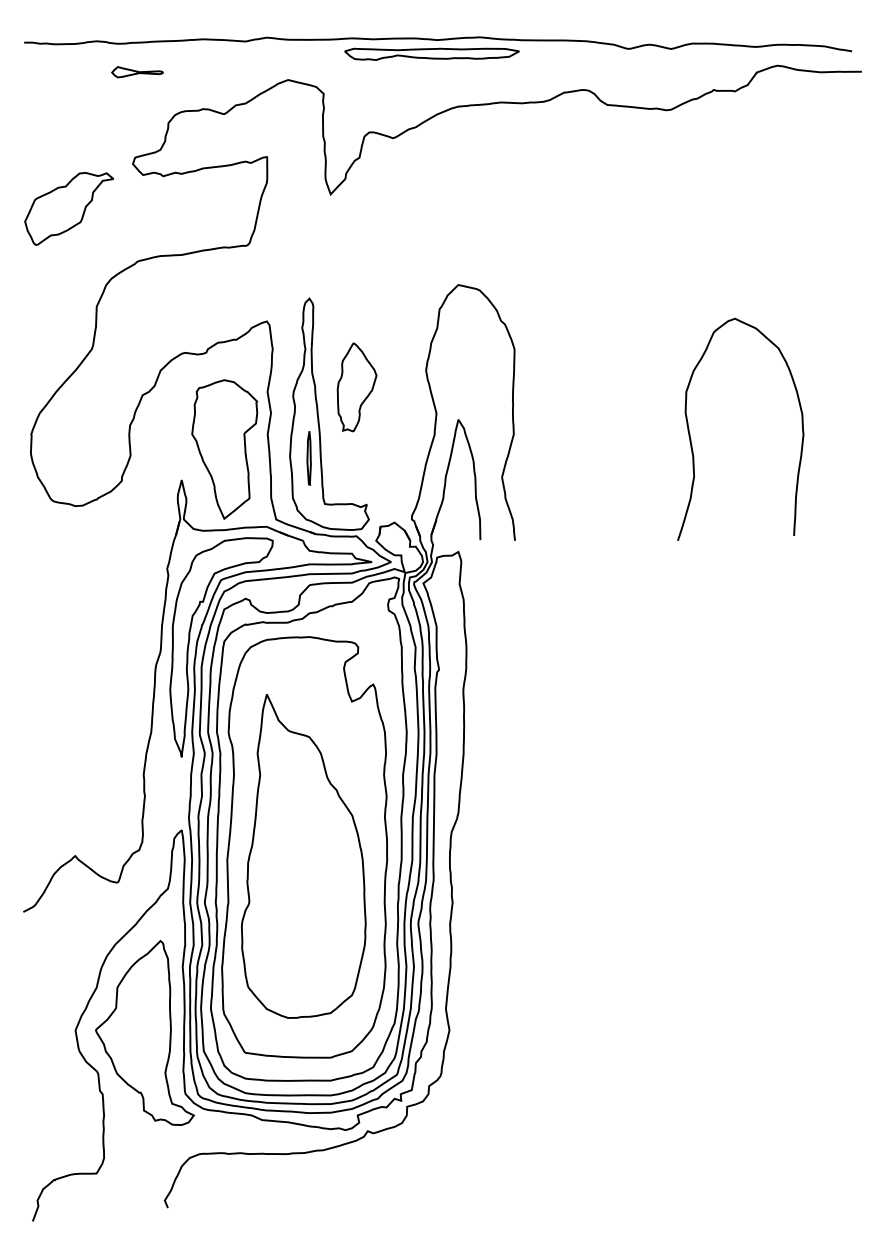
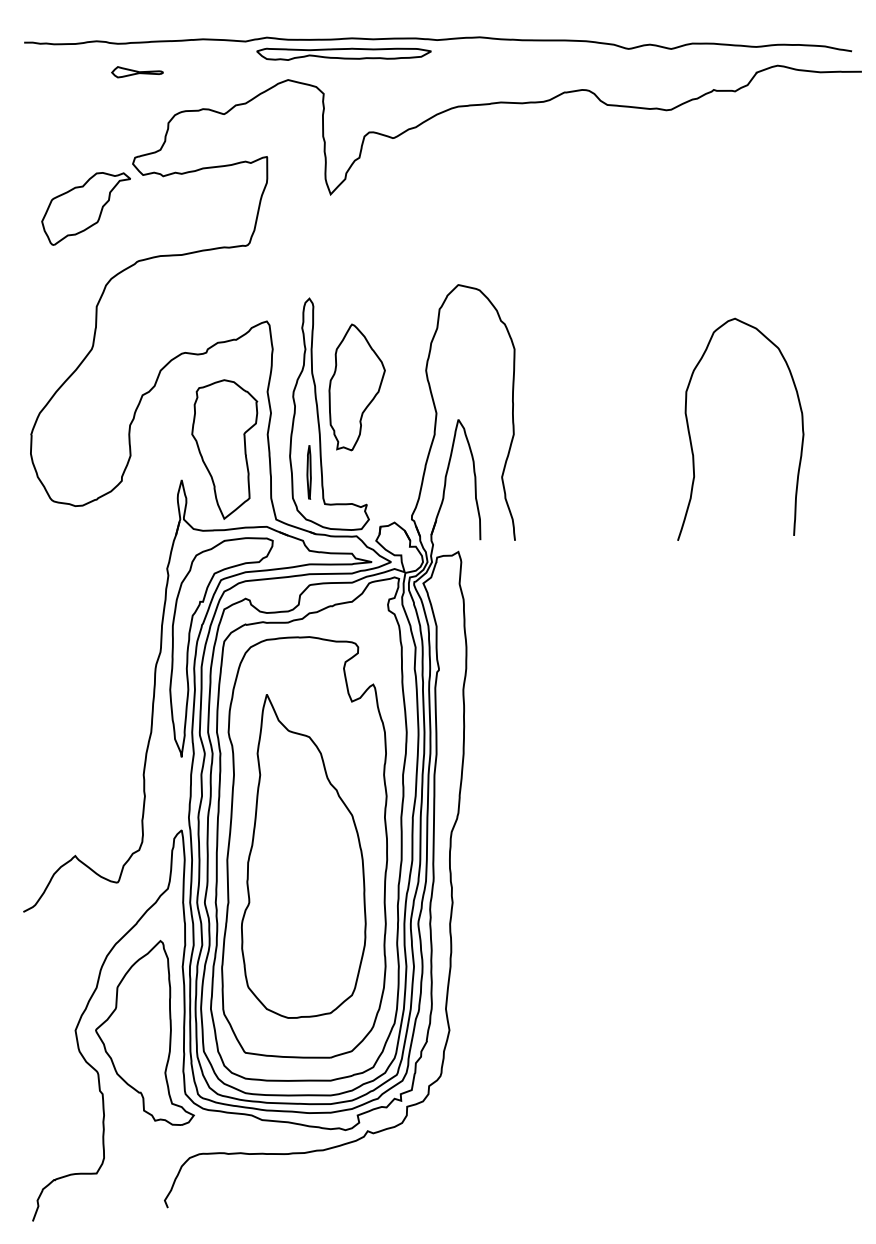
part at (431, 53) position: (431, 53) -> (343, 53)
part at (68, 208) position: (68, 208) -> (85, 208)
part at (356, 387) size: 42x91 px -> 58x129 px
part at (308, 458) position: (308, 458) -> (308, 472)
